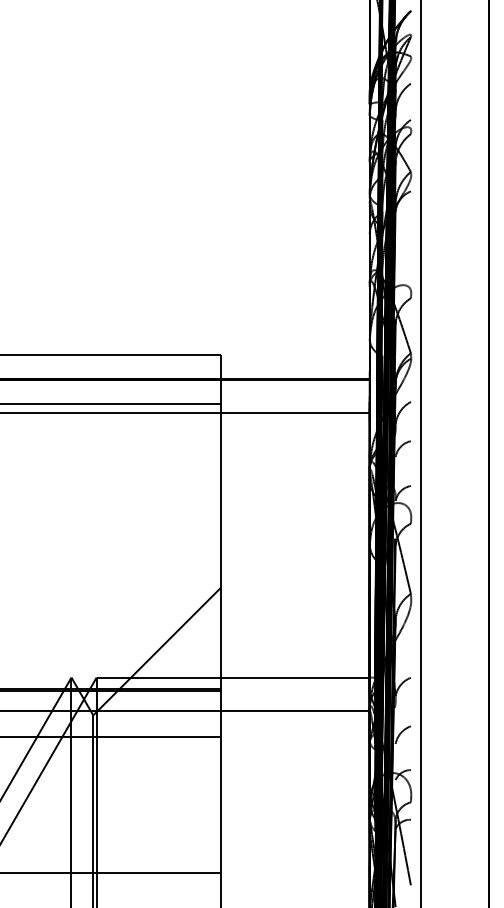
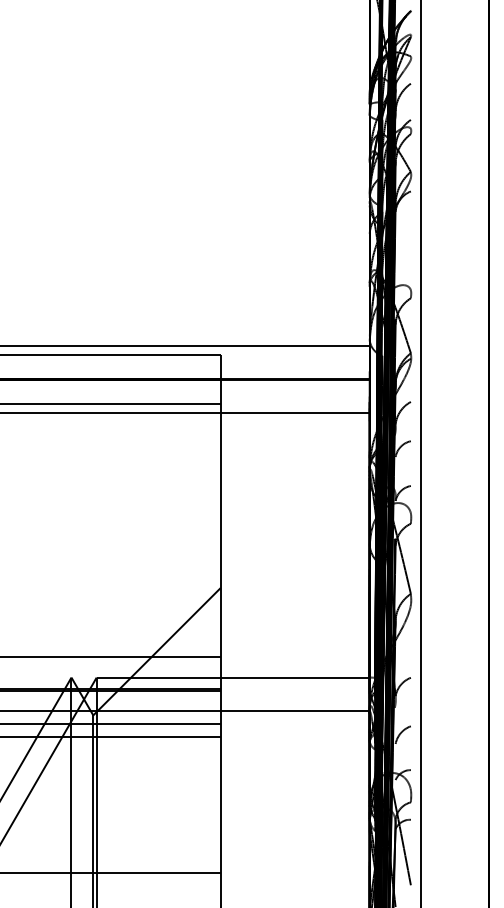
line at (185, 345): none -> present
line at (111, 657): none -> present
line at (111, 723): none -> present
